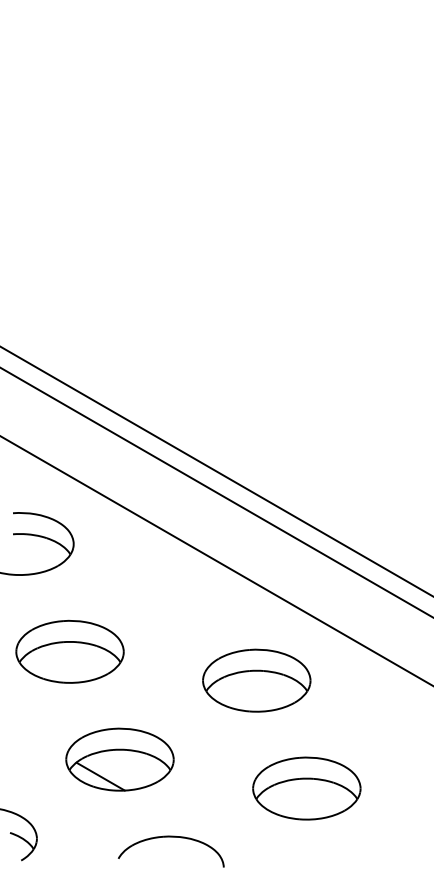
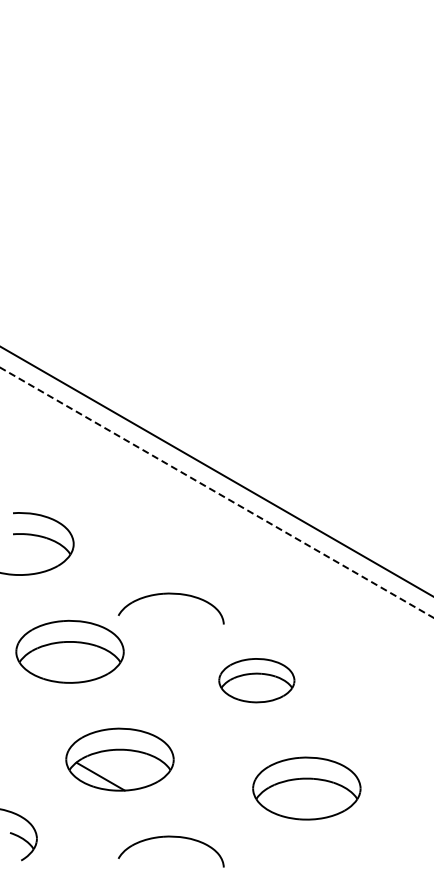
line at (217, 492): solid -> dashed
line at (216, 560): present -> none
part at (170, 594): none -> present
part at (256, 680) size: 110x65 px -> 78x46 px
